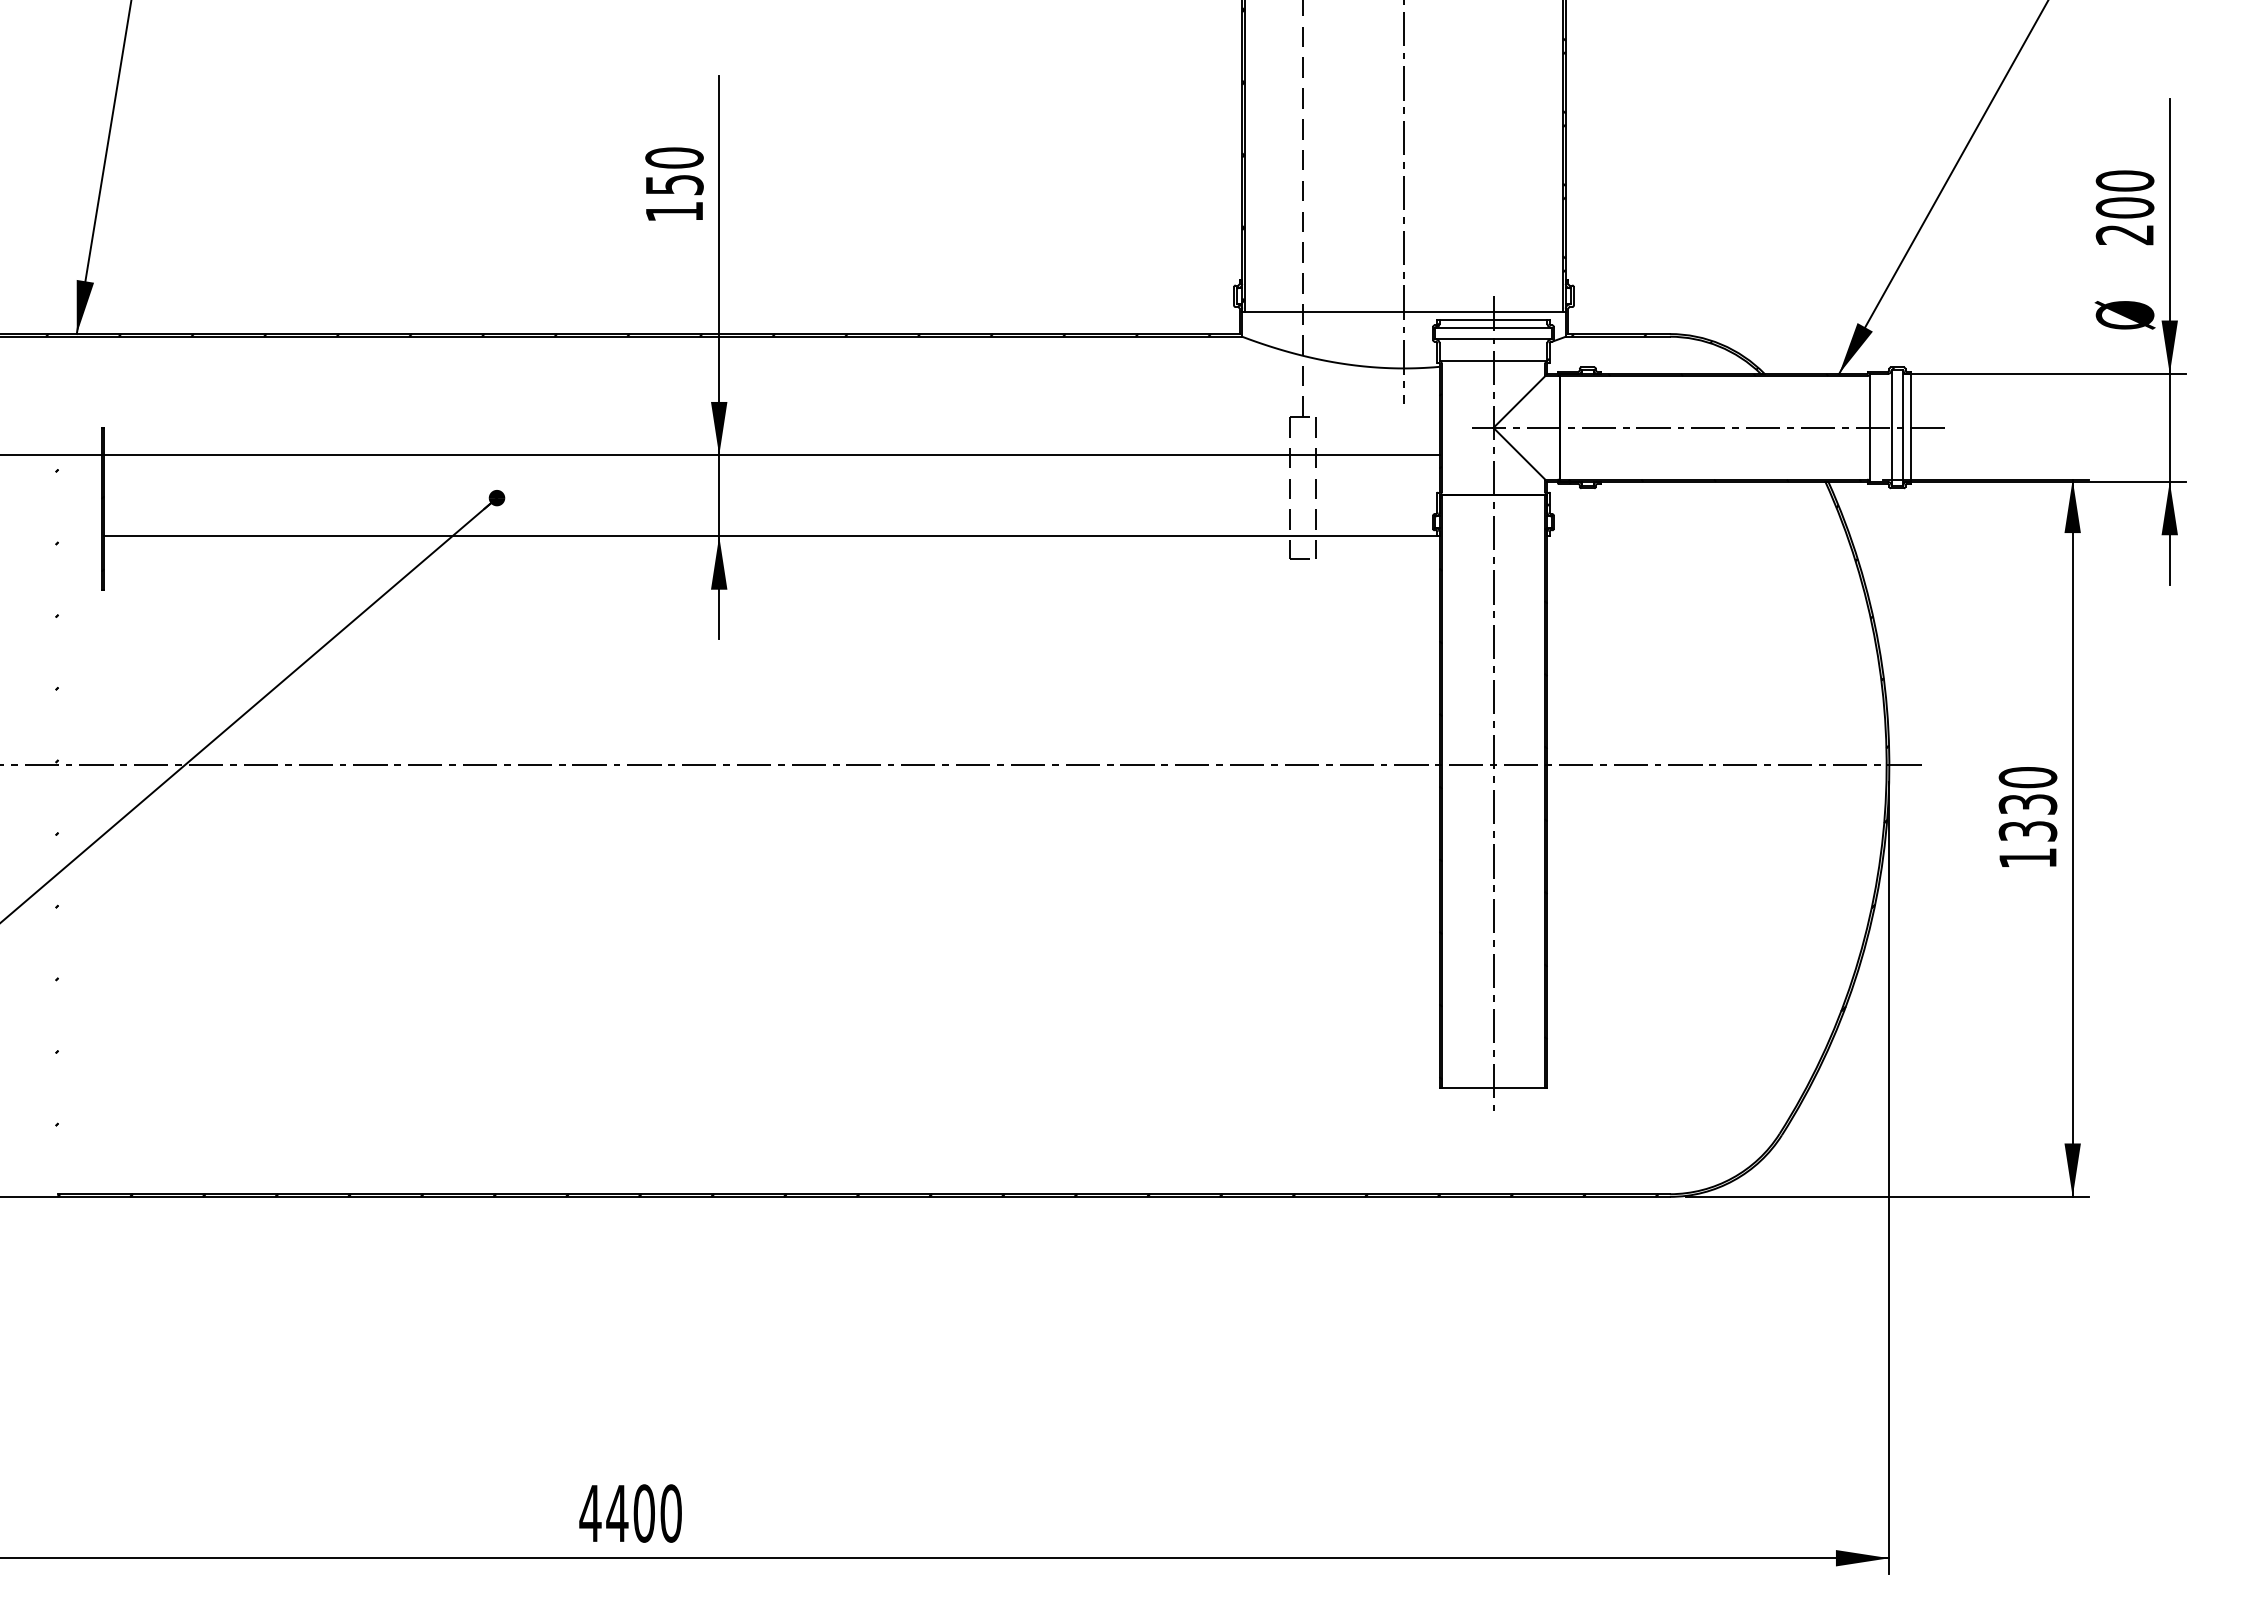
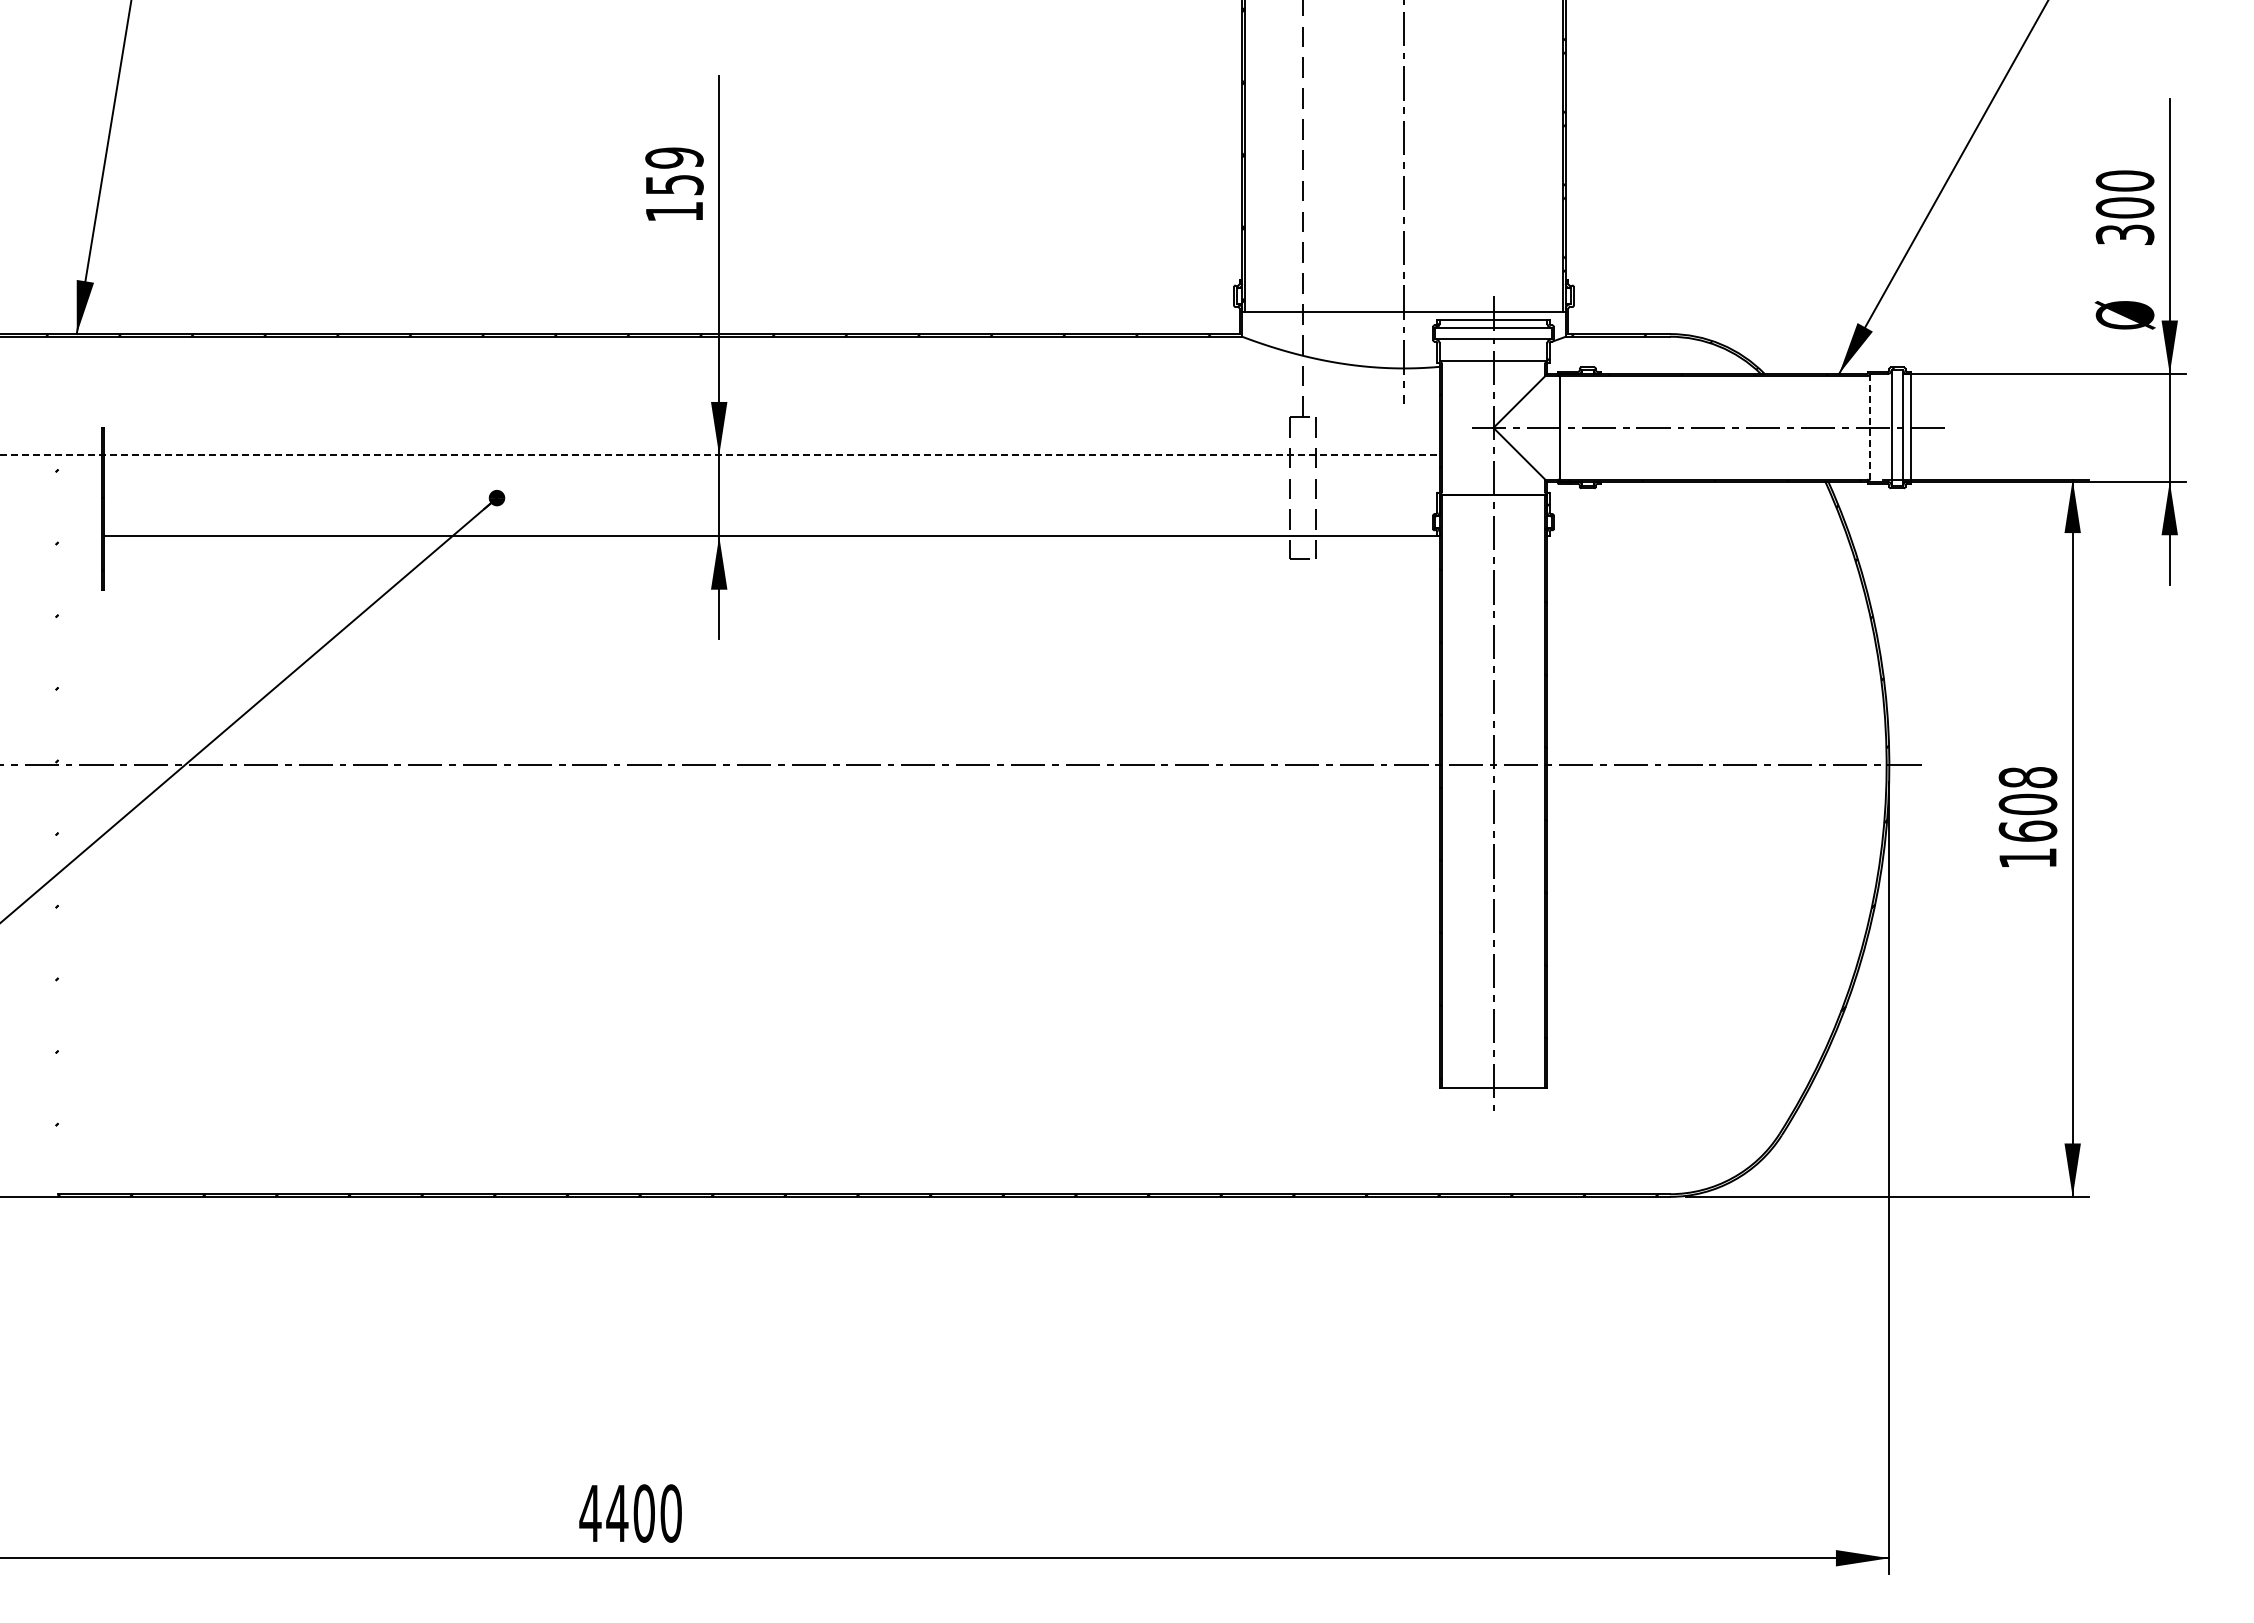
text at (674, 157): 150 -> 159
text at (2125, 234): 200 -> 300
line at (1869, 427): solid -> dashed
line at (720, 455): solid -> dashed
text at (2027, 804): 1330 -> 1608
